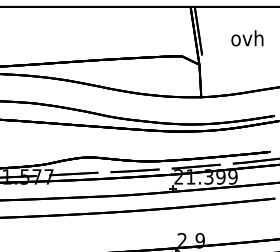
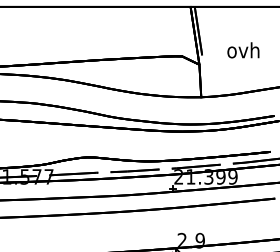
text at (247, 38) position: (247, 38) -> (243, 50)
